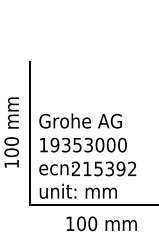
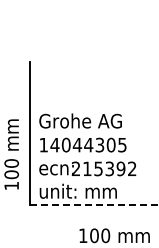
text at (11, 132) position: (11, 132) -> (11, 154)
text at (88, 144): 19353000 -> 14044305
line at (94, 204): solid -> dashed
text at (101, 223) position: (101, 223) -> (114, 235)
